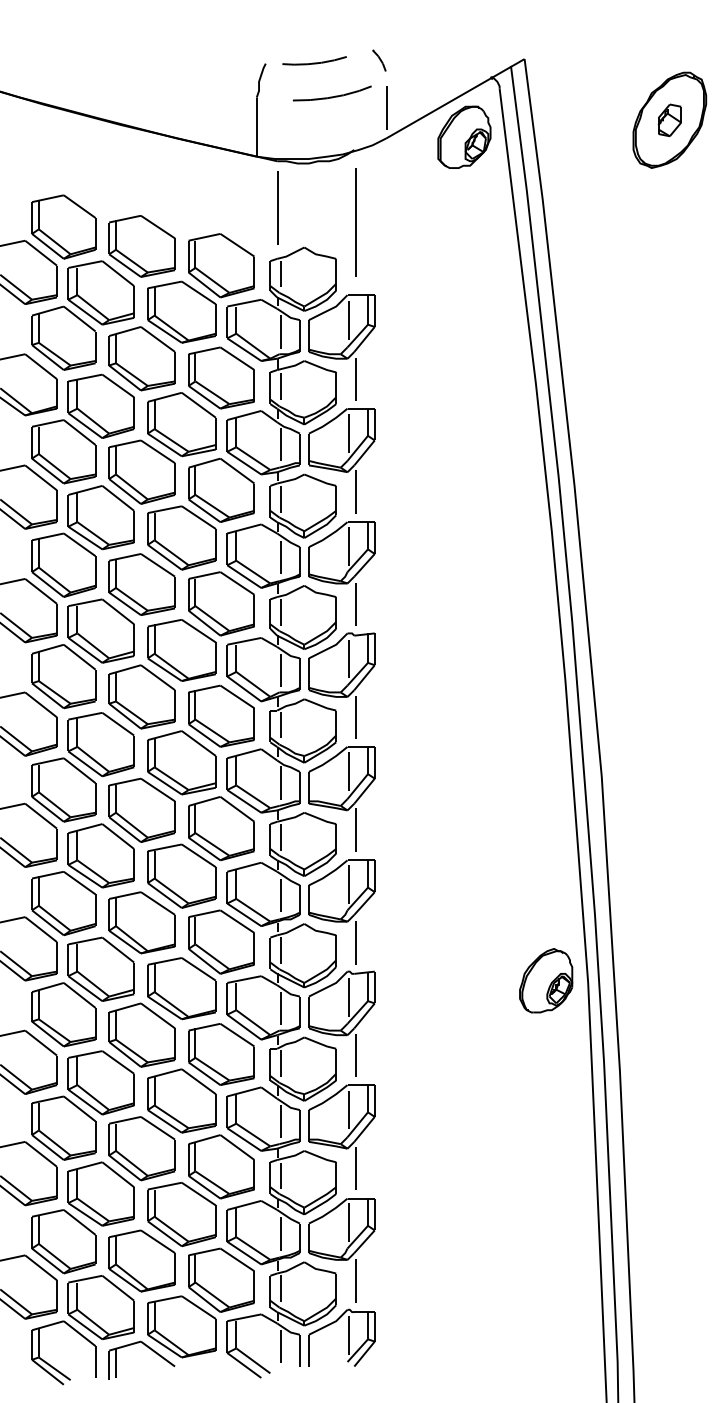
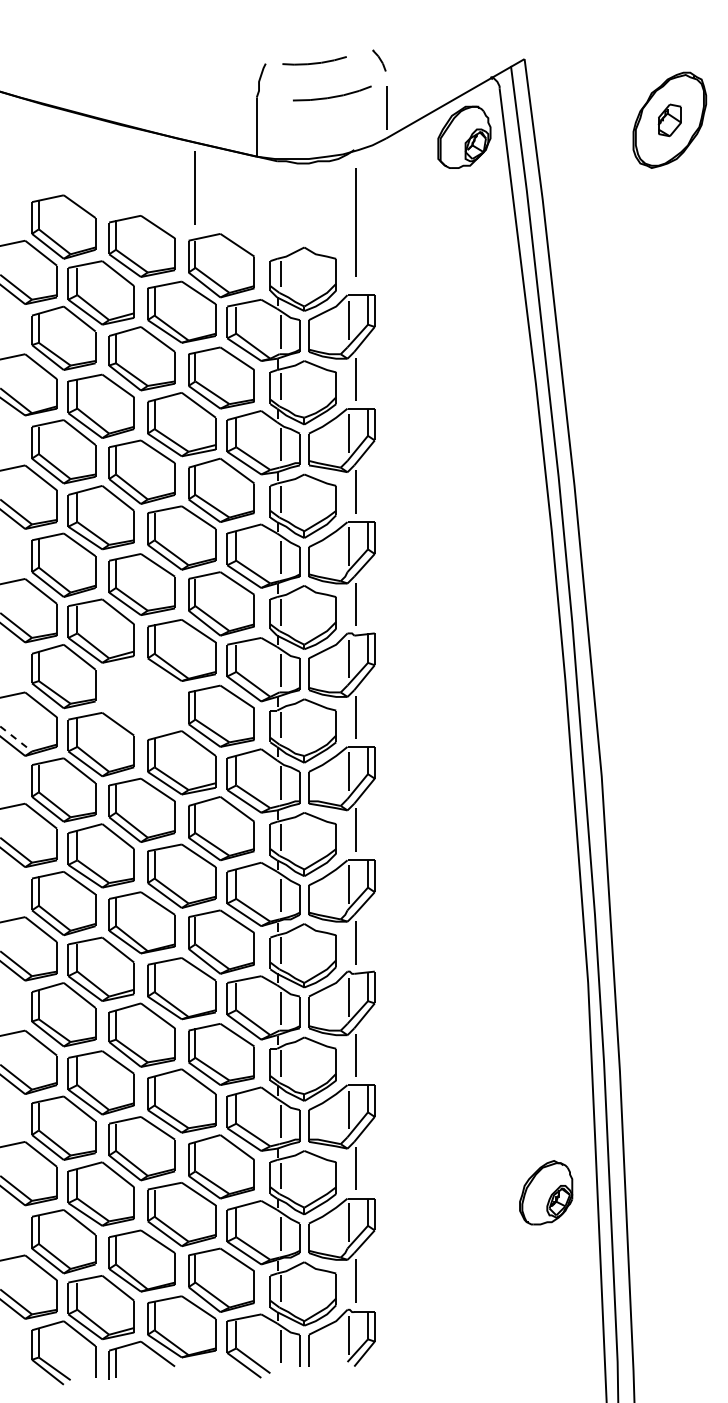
line at (277, 207) position: (277, 207) -> (194, 187)
part at (141, 696): present -> none
line at (16, 739): solid -> dashed
part at (546, 980) position: (546, 980) -> (546, 1192)
